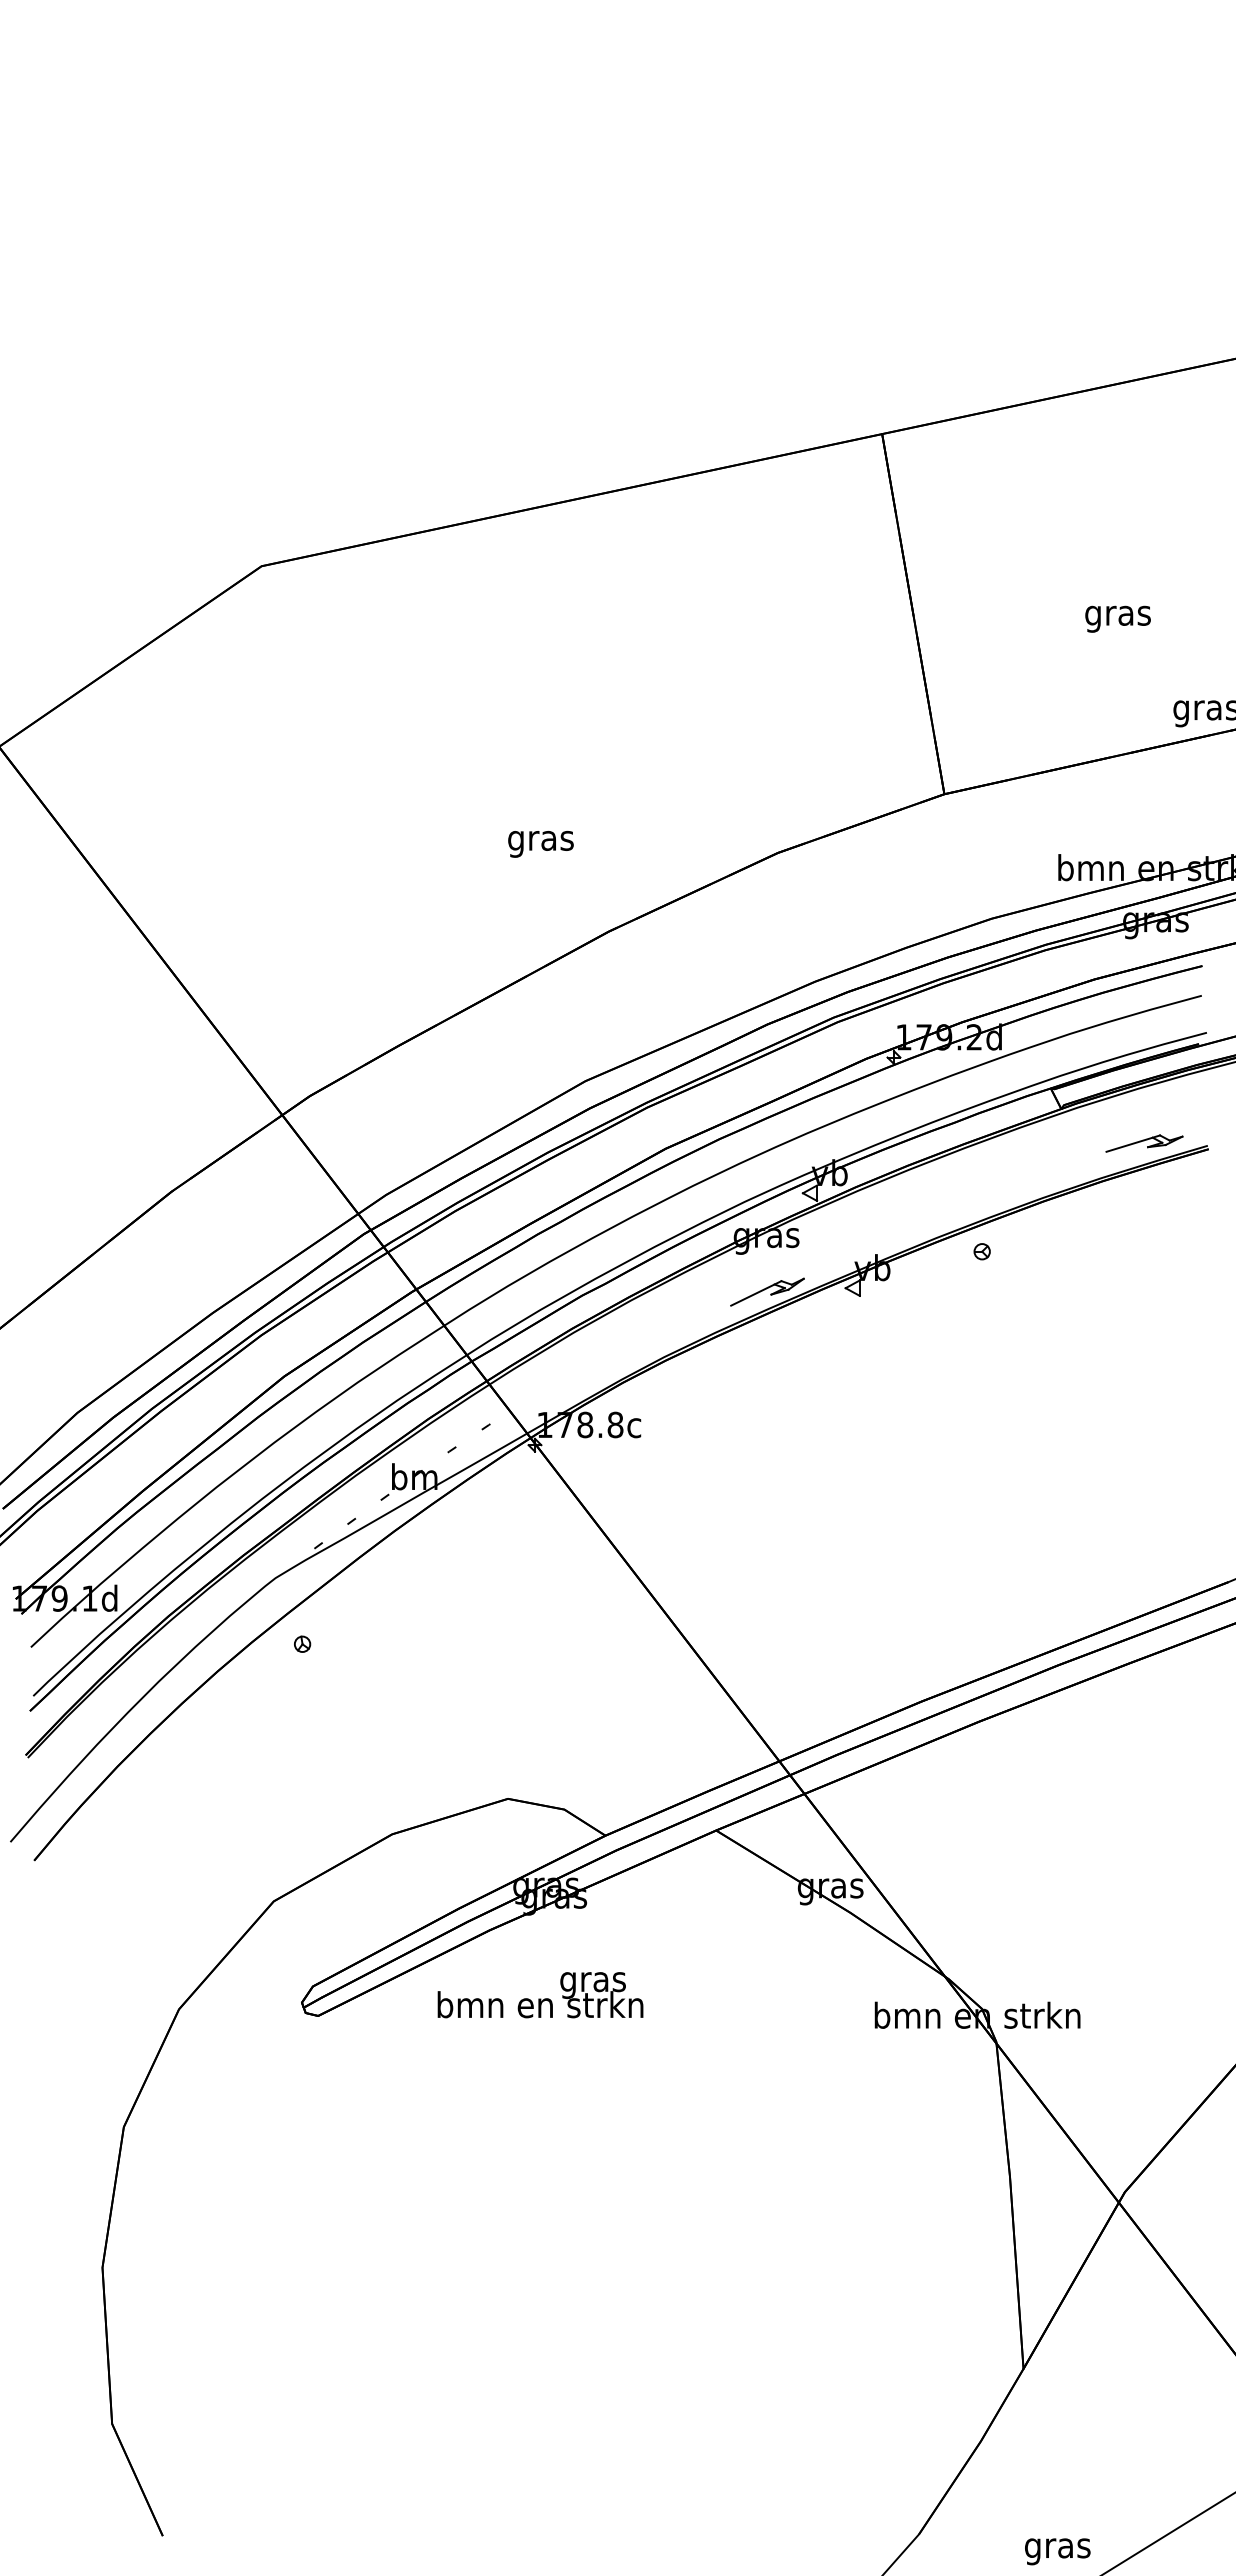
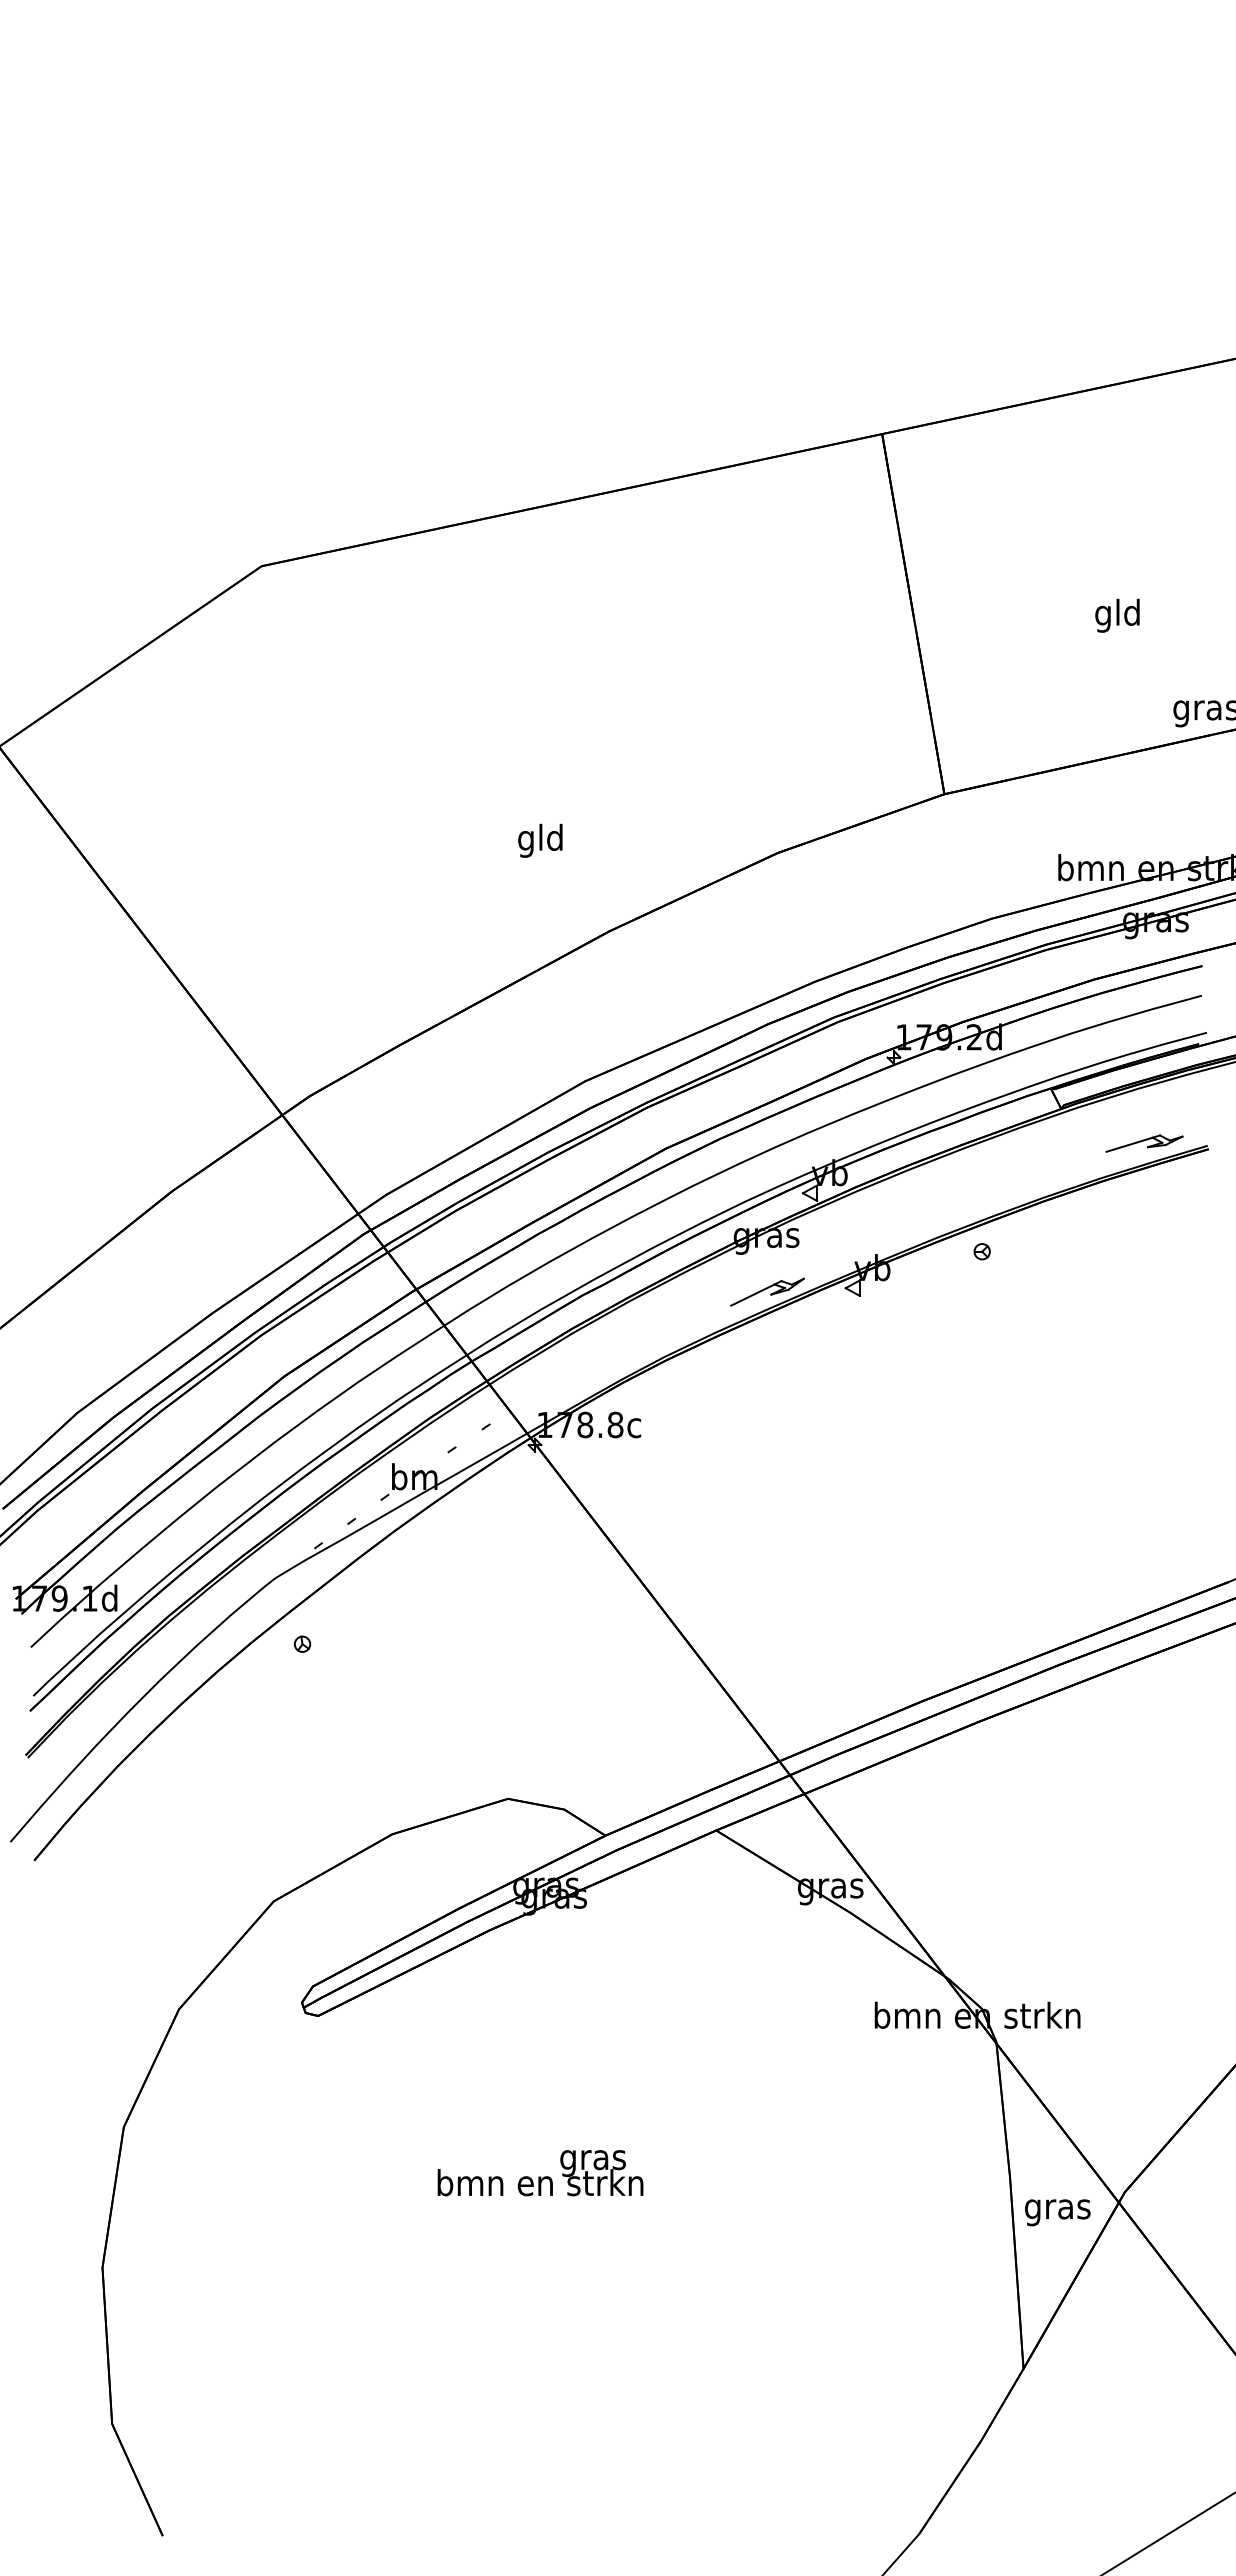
text at (1117, 615): gras -> gld
text at (540, 840): gras -> gld
text at (540, 1995) position: (540, 1995) -> (540, 2173)
text at (1057, 2551) position: (1057, 2551) -> (1057, 2212)
